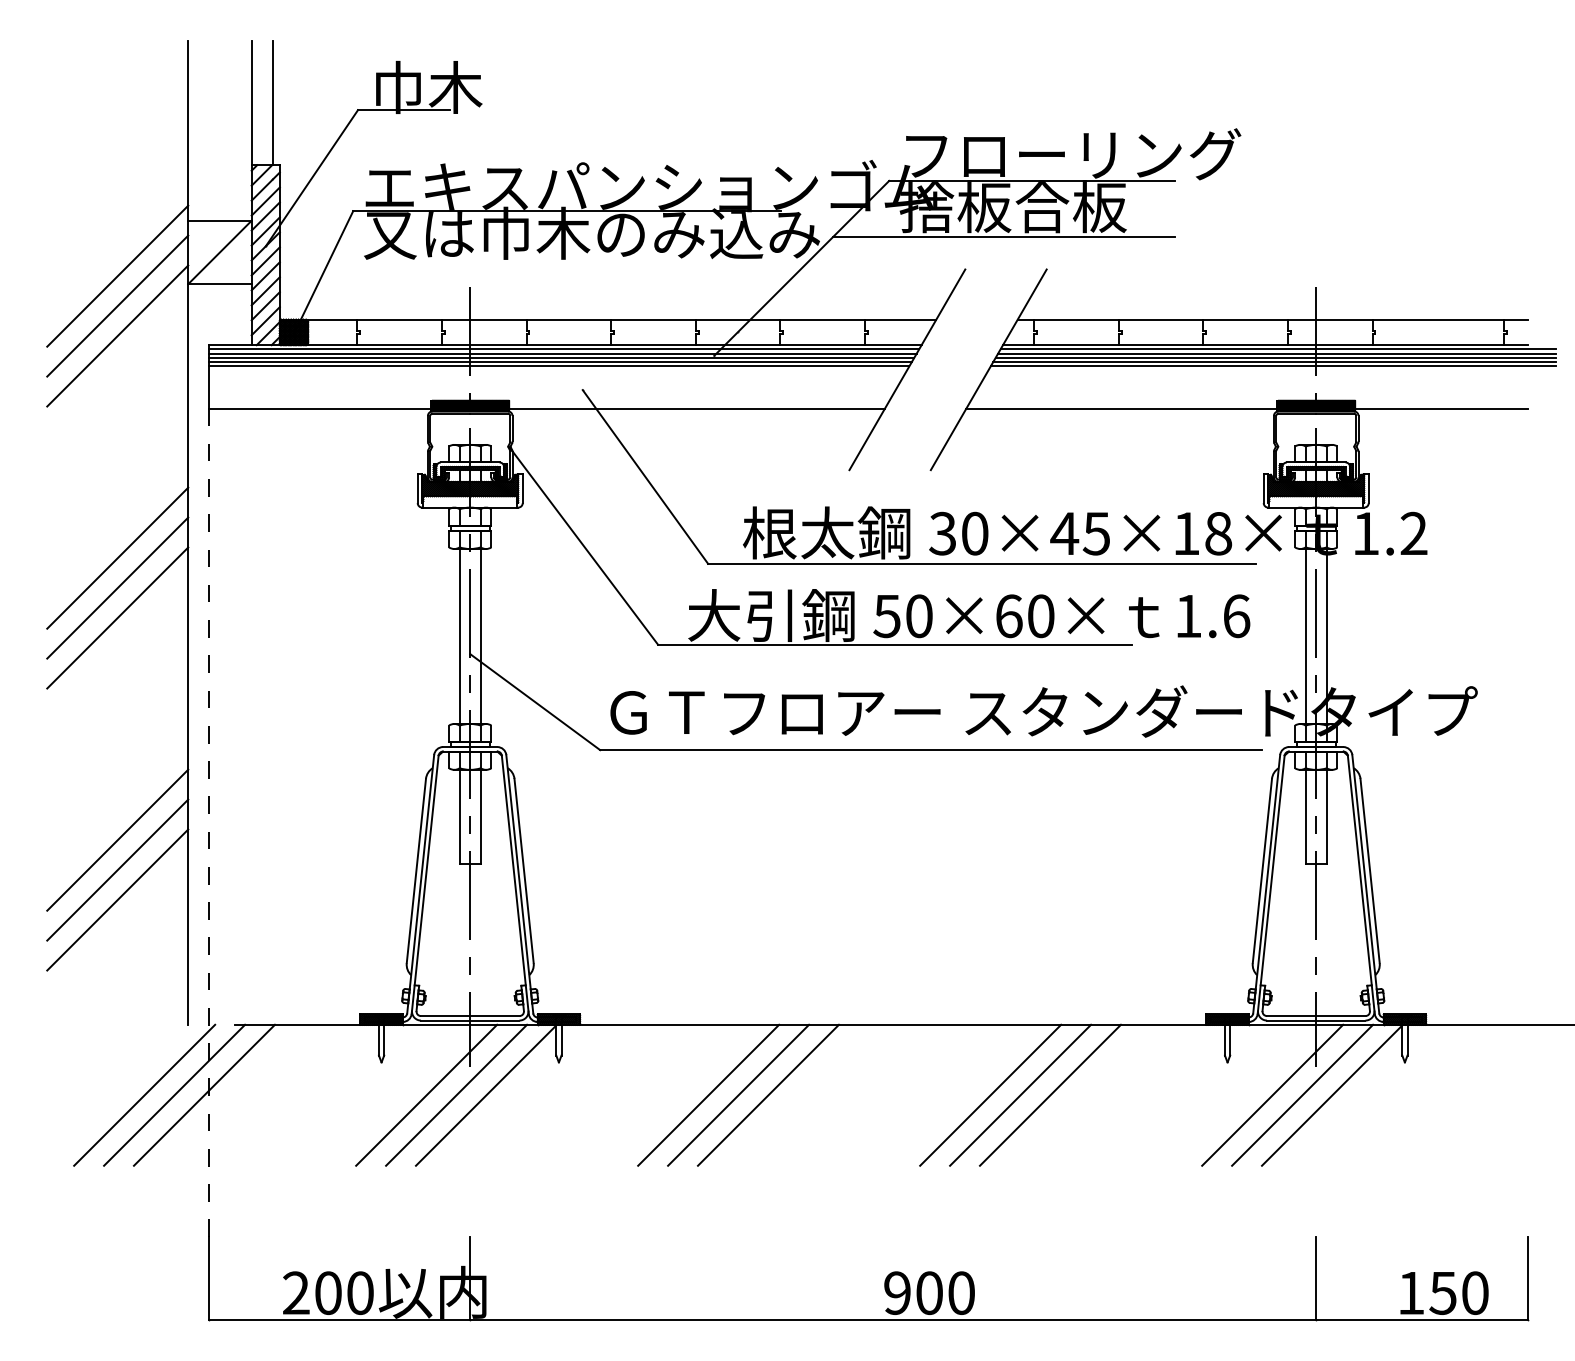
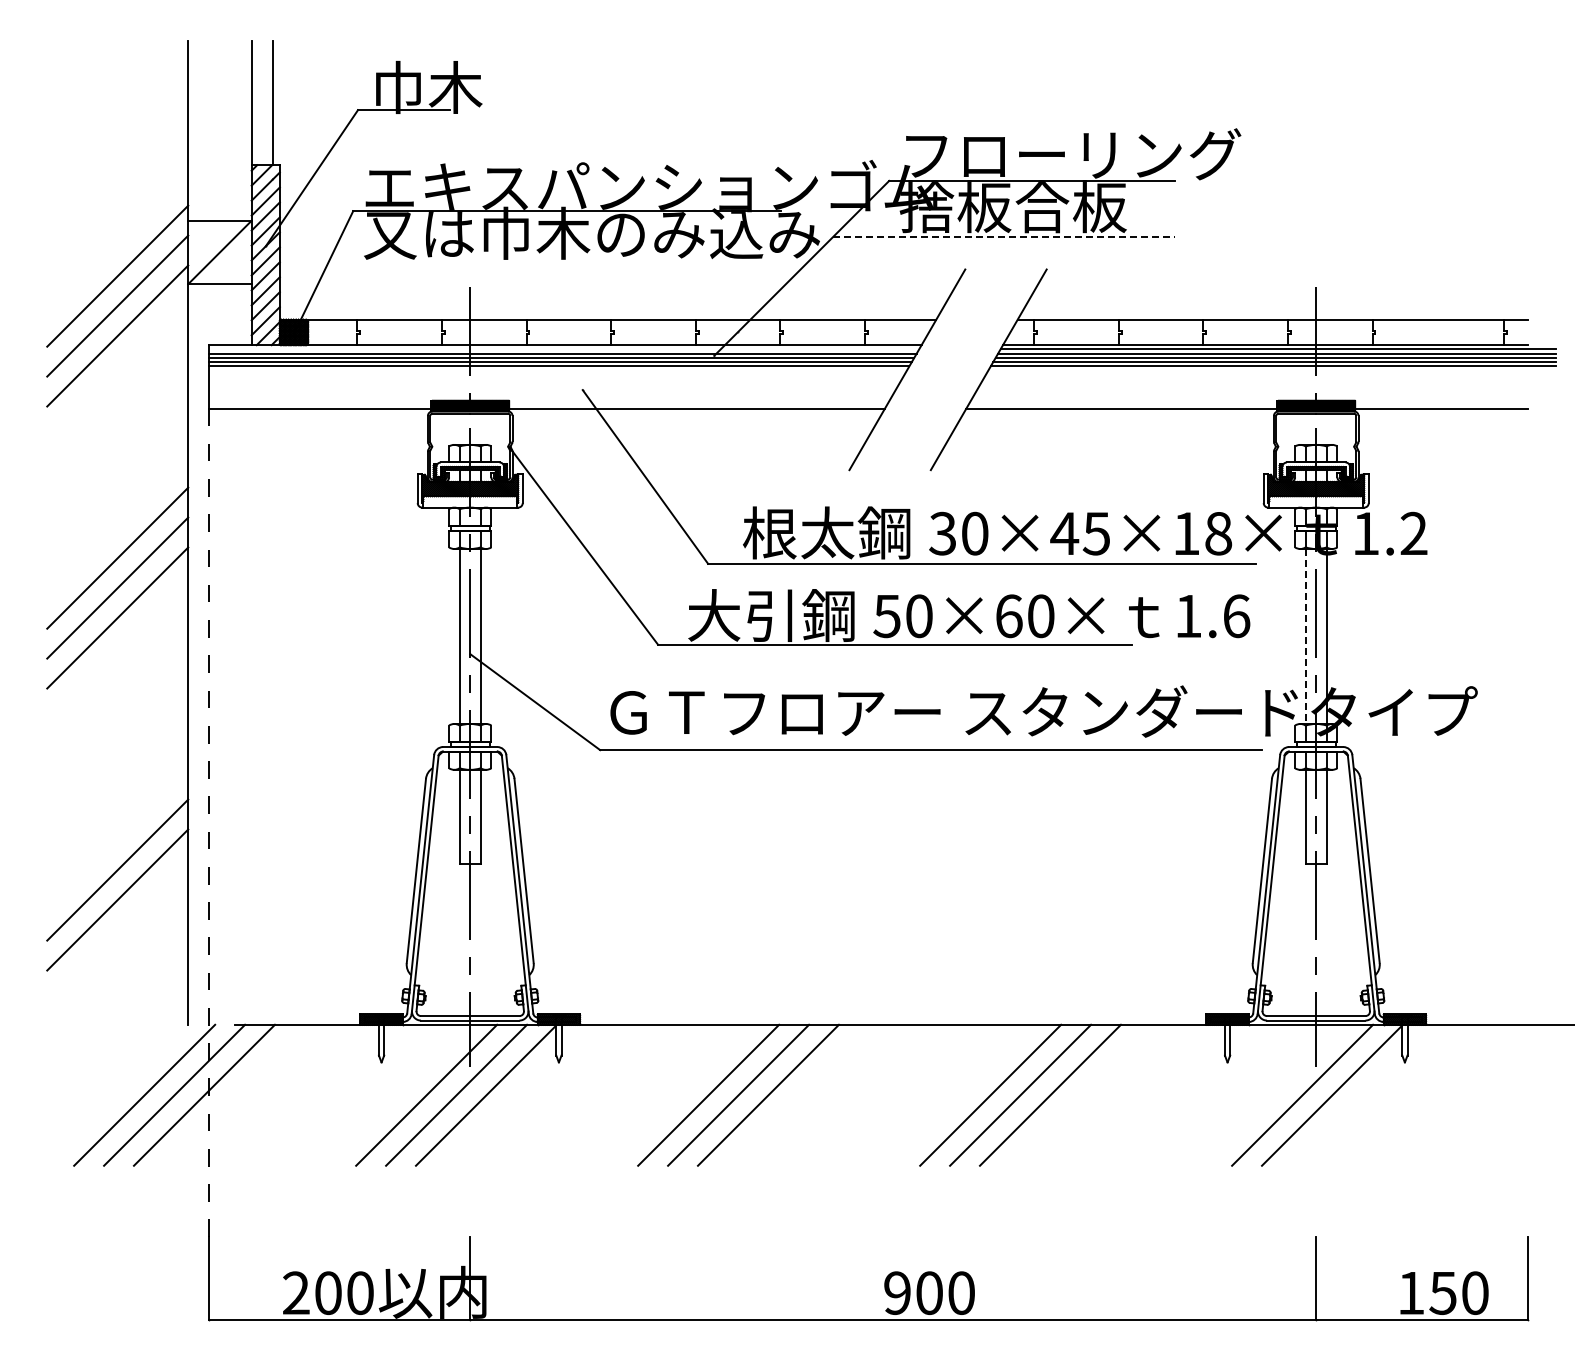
line at (1003, 237): solid -> dashed
line at (564, 349): present -> none
line at (1305, 636): solid -> dashed
line at (117, 839): present -> none
line at (1272, 1094): present -> none
